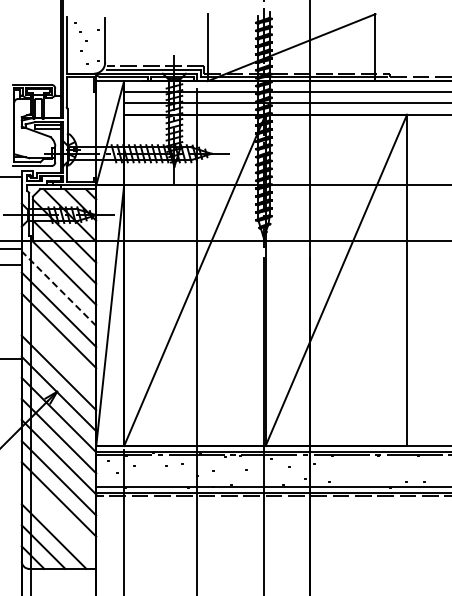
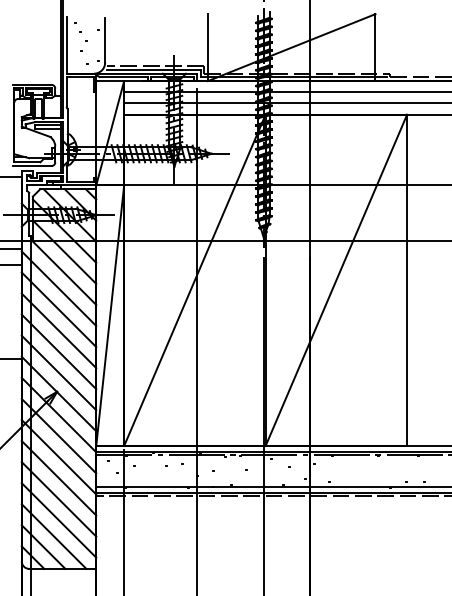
line at (59, 288): dashed -> solid
line at (58, 351): none -> present
line at (58, 520): none -> present
